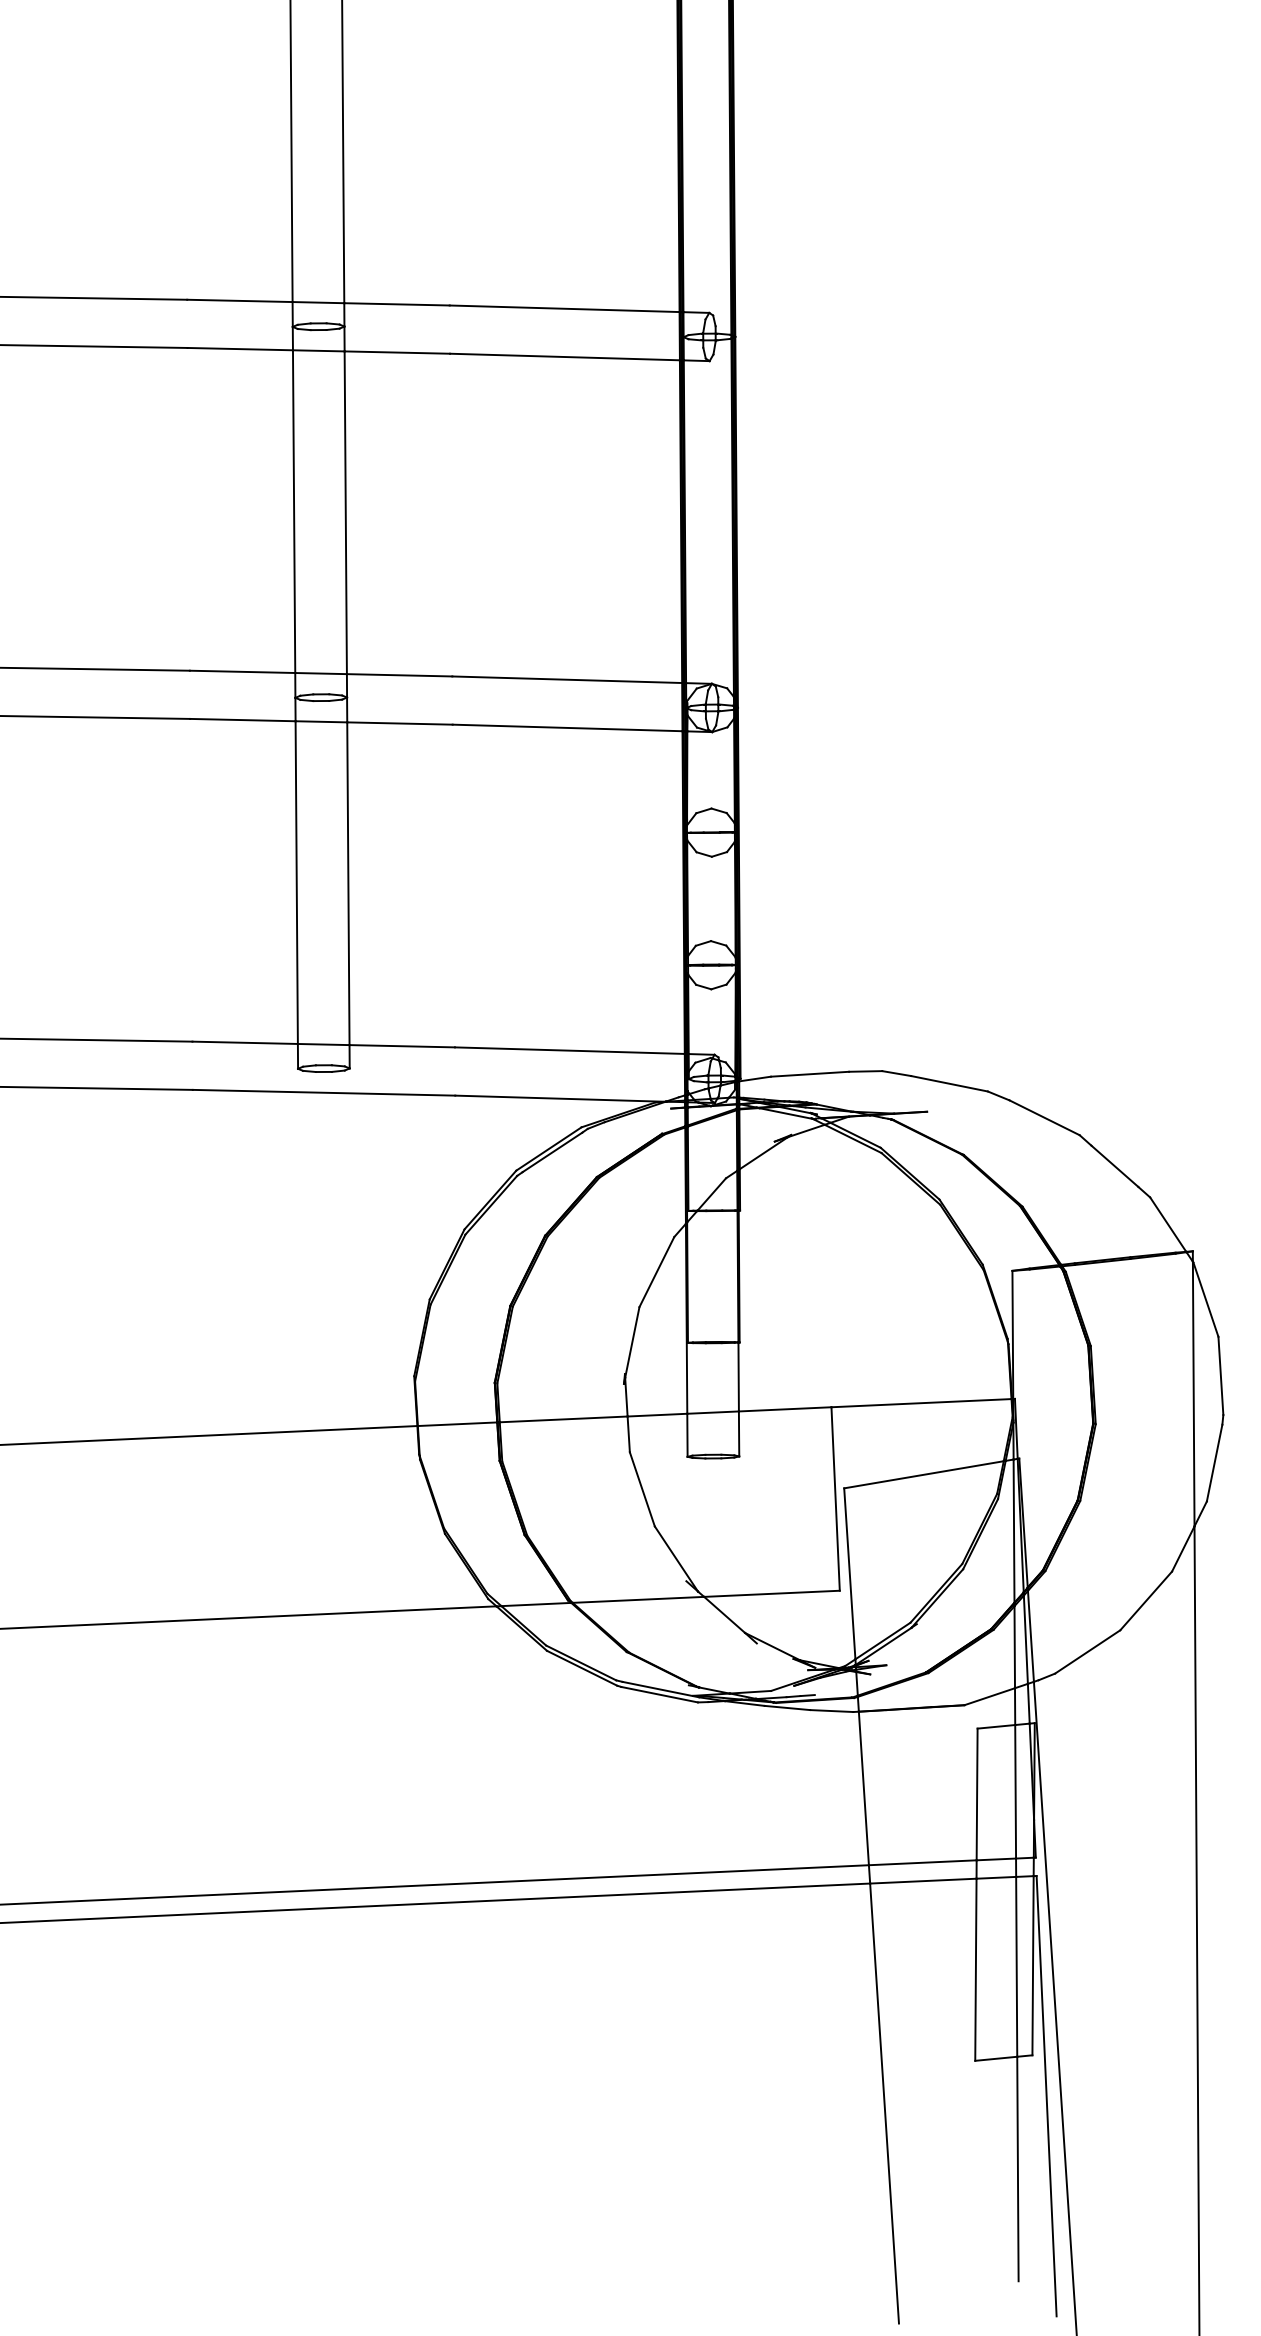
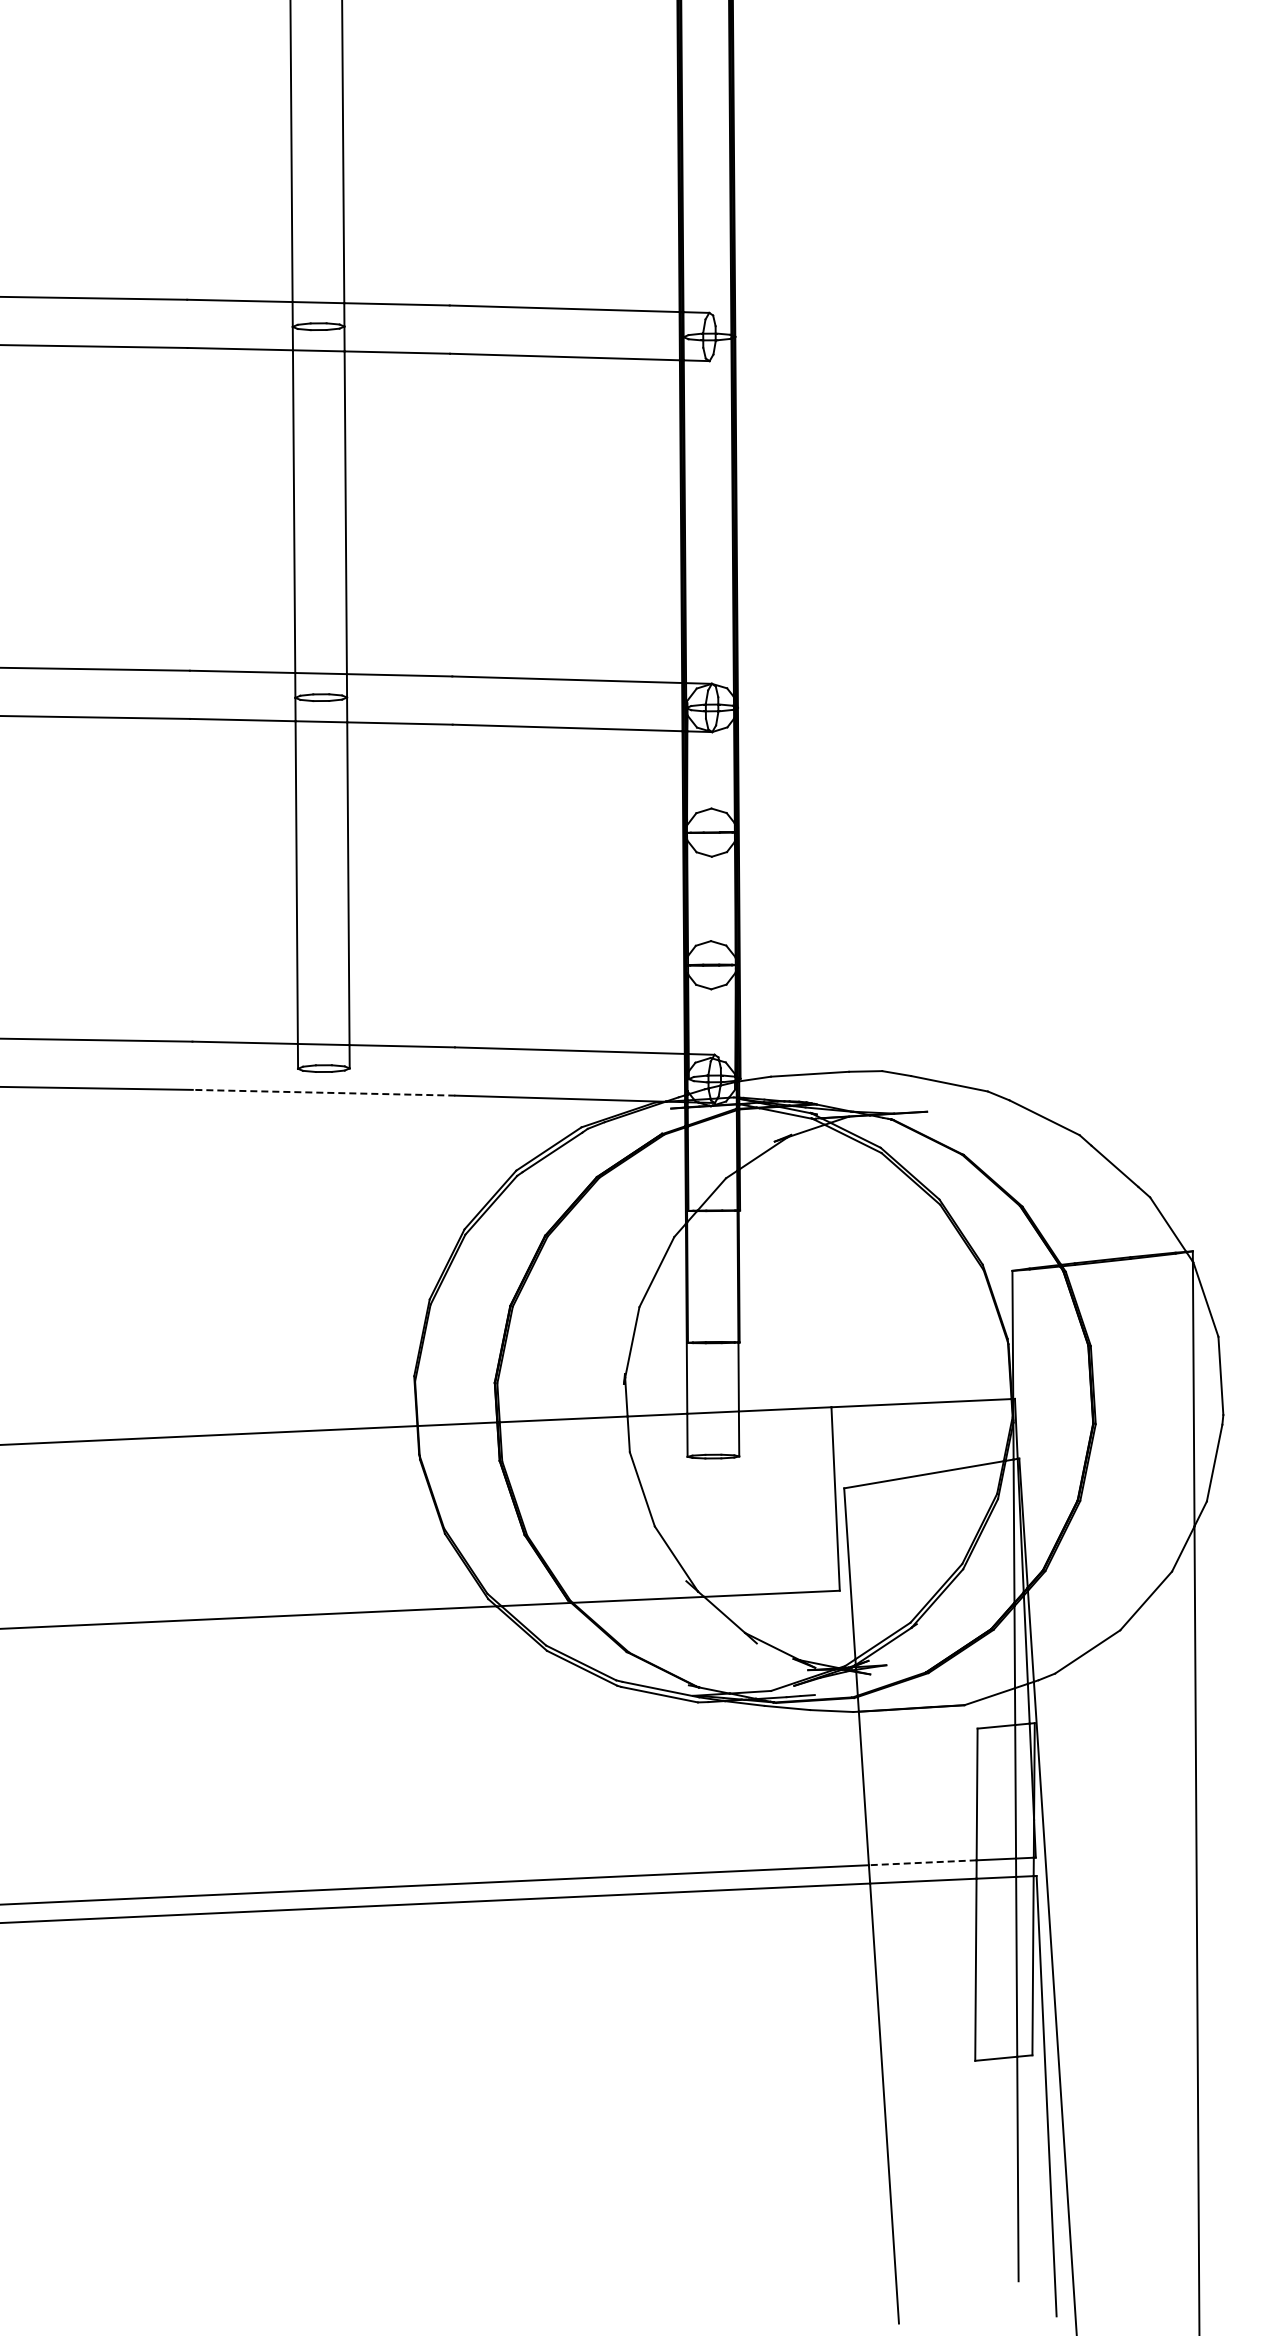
line at (323, 1092): solid -> dashed
line at (922, 1862): solid -> dashed
